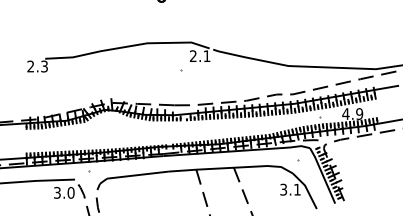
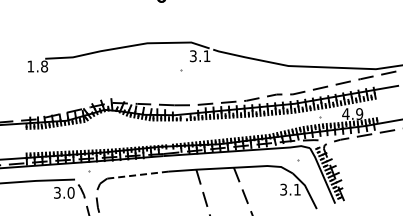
text at (193, 56): 2.1 -> 3.1
text at (37, 66): 2.3 -> 1.8
line at (137, 175): solid -> dashed
